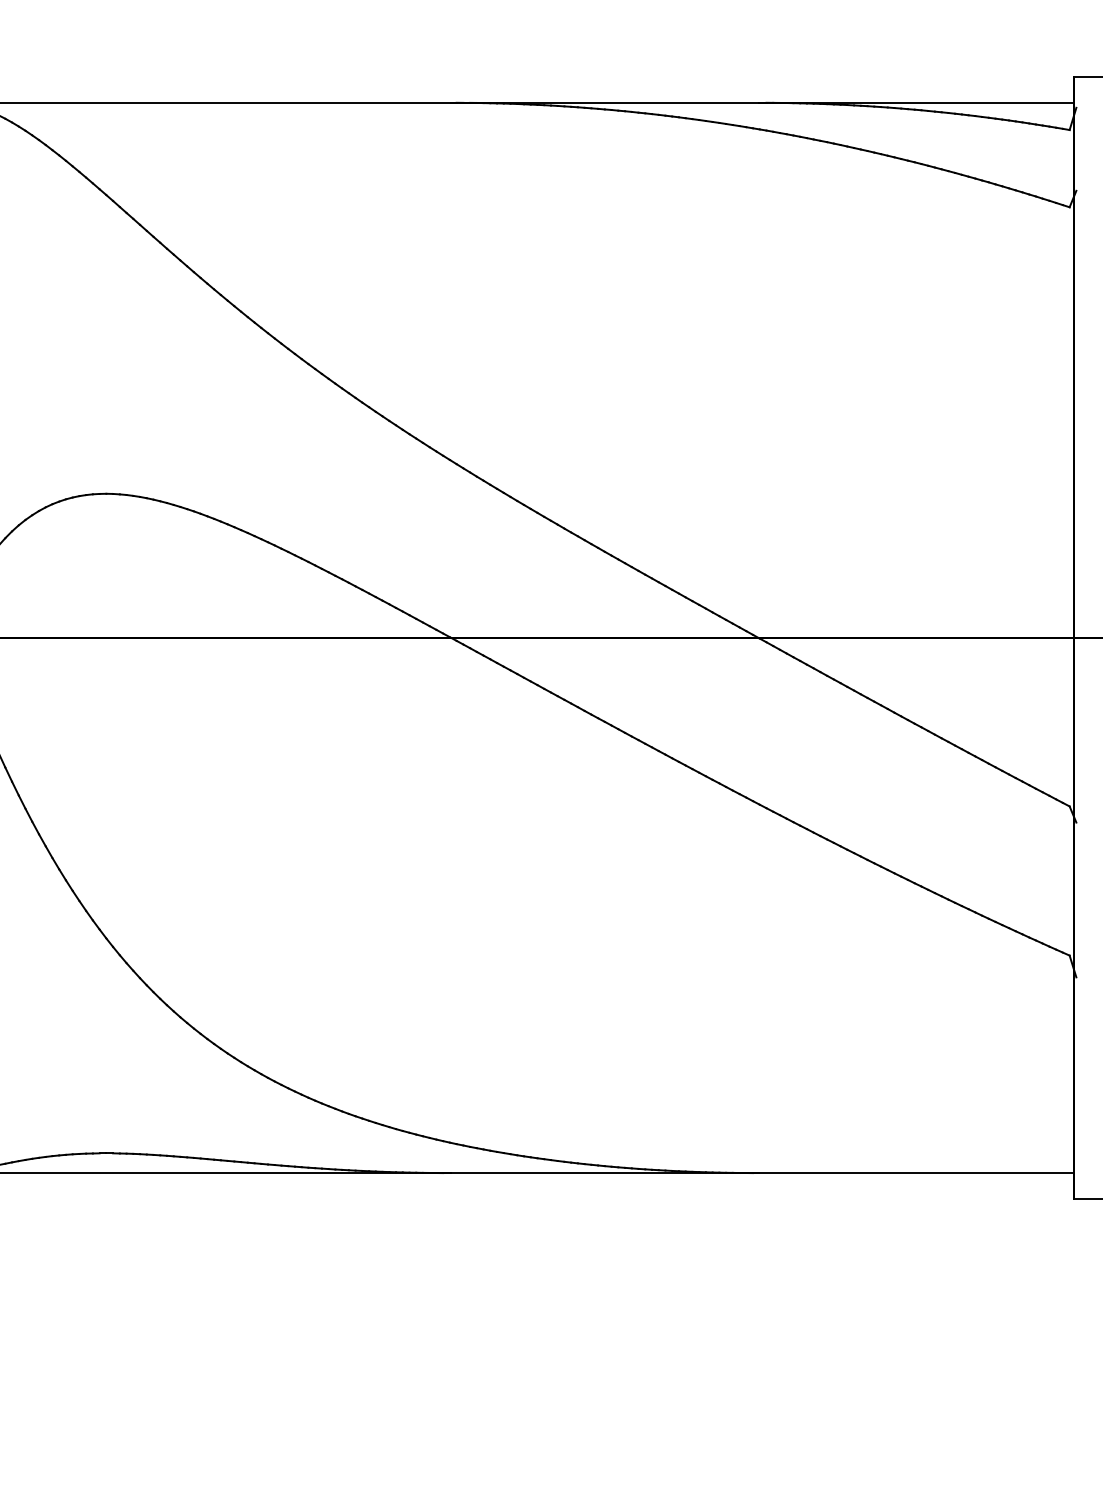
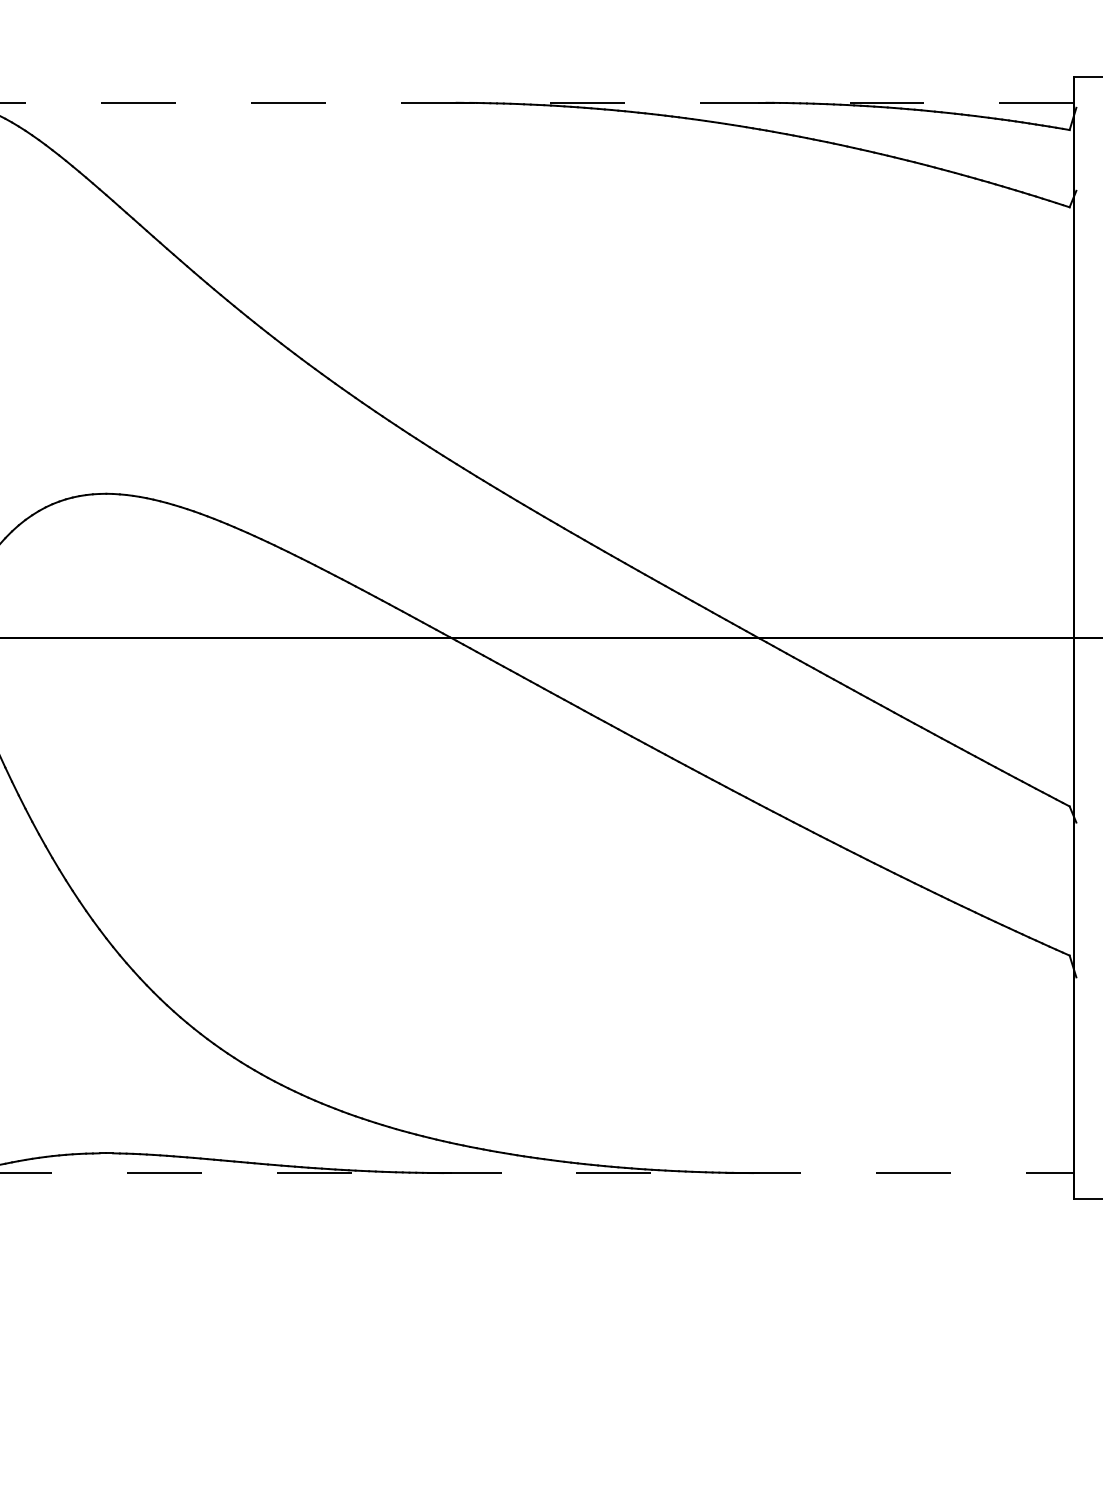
line at (537, 102): solid -> dashed
line at (537, 1173): solid -> dashed
